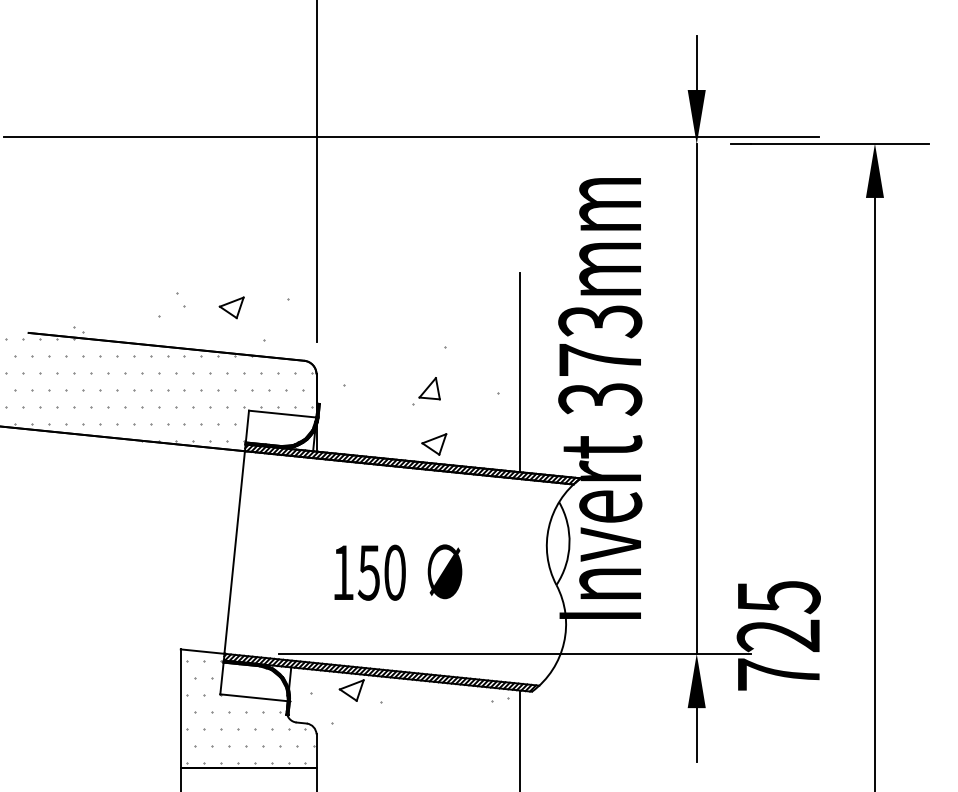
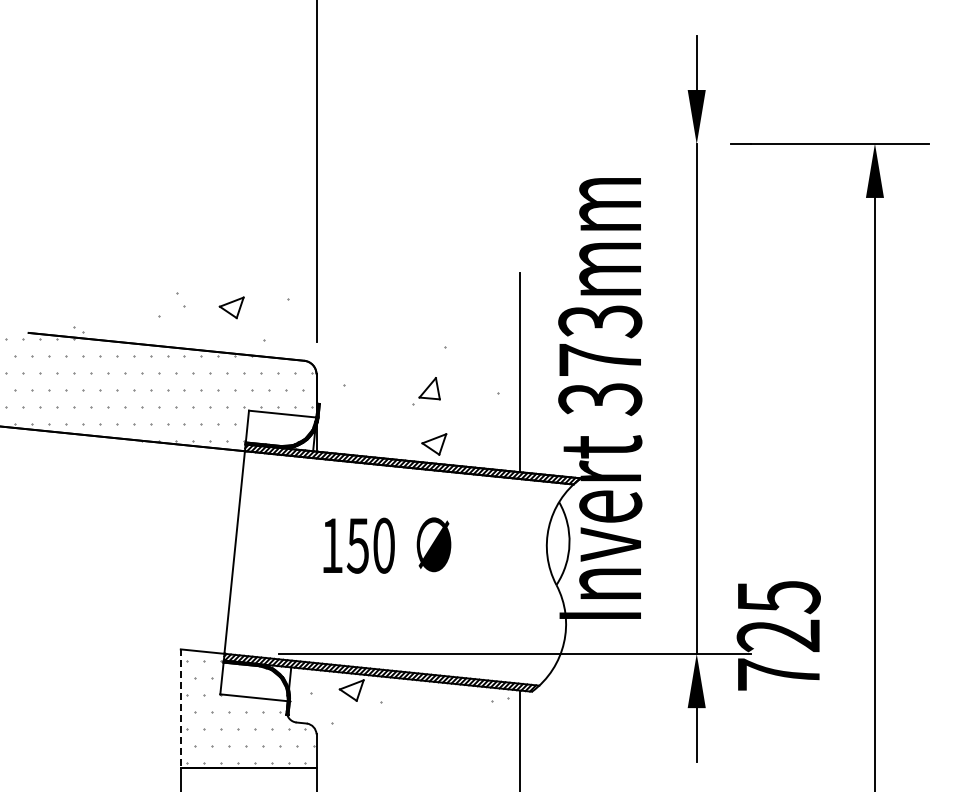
line at (411, 136): present -> none
text at (398, 572) position: (398, 572) -> (387, 545)
line at (180, 709): solid -> dashed
